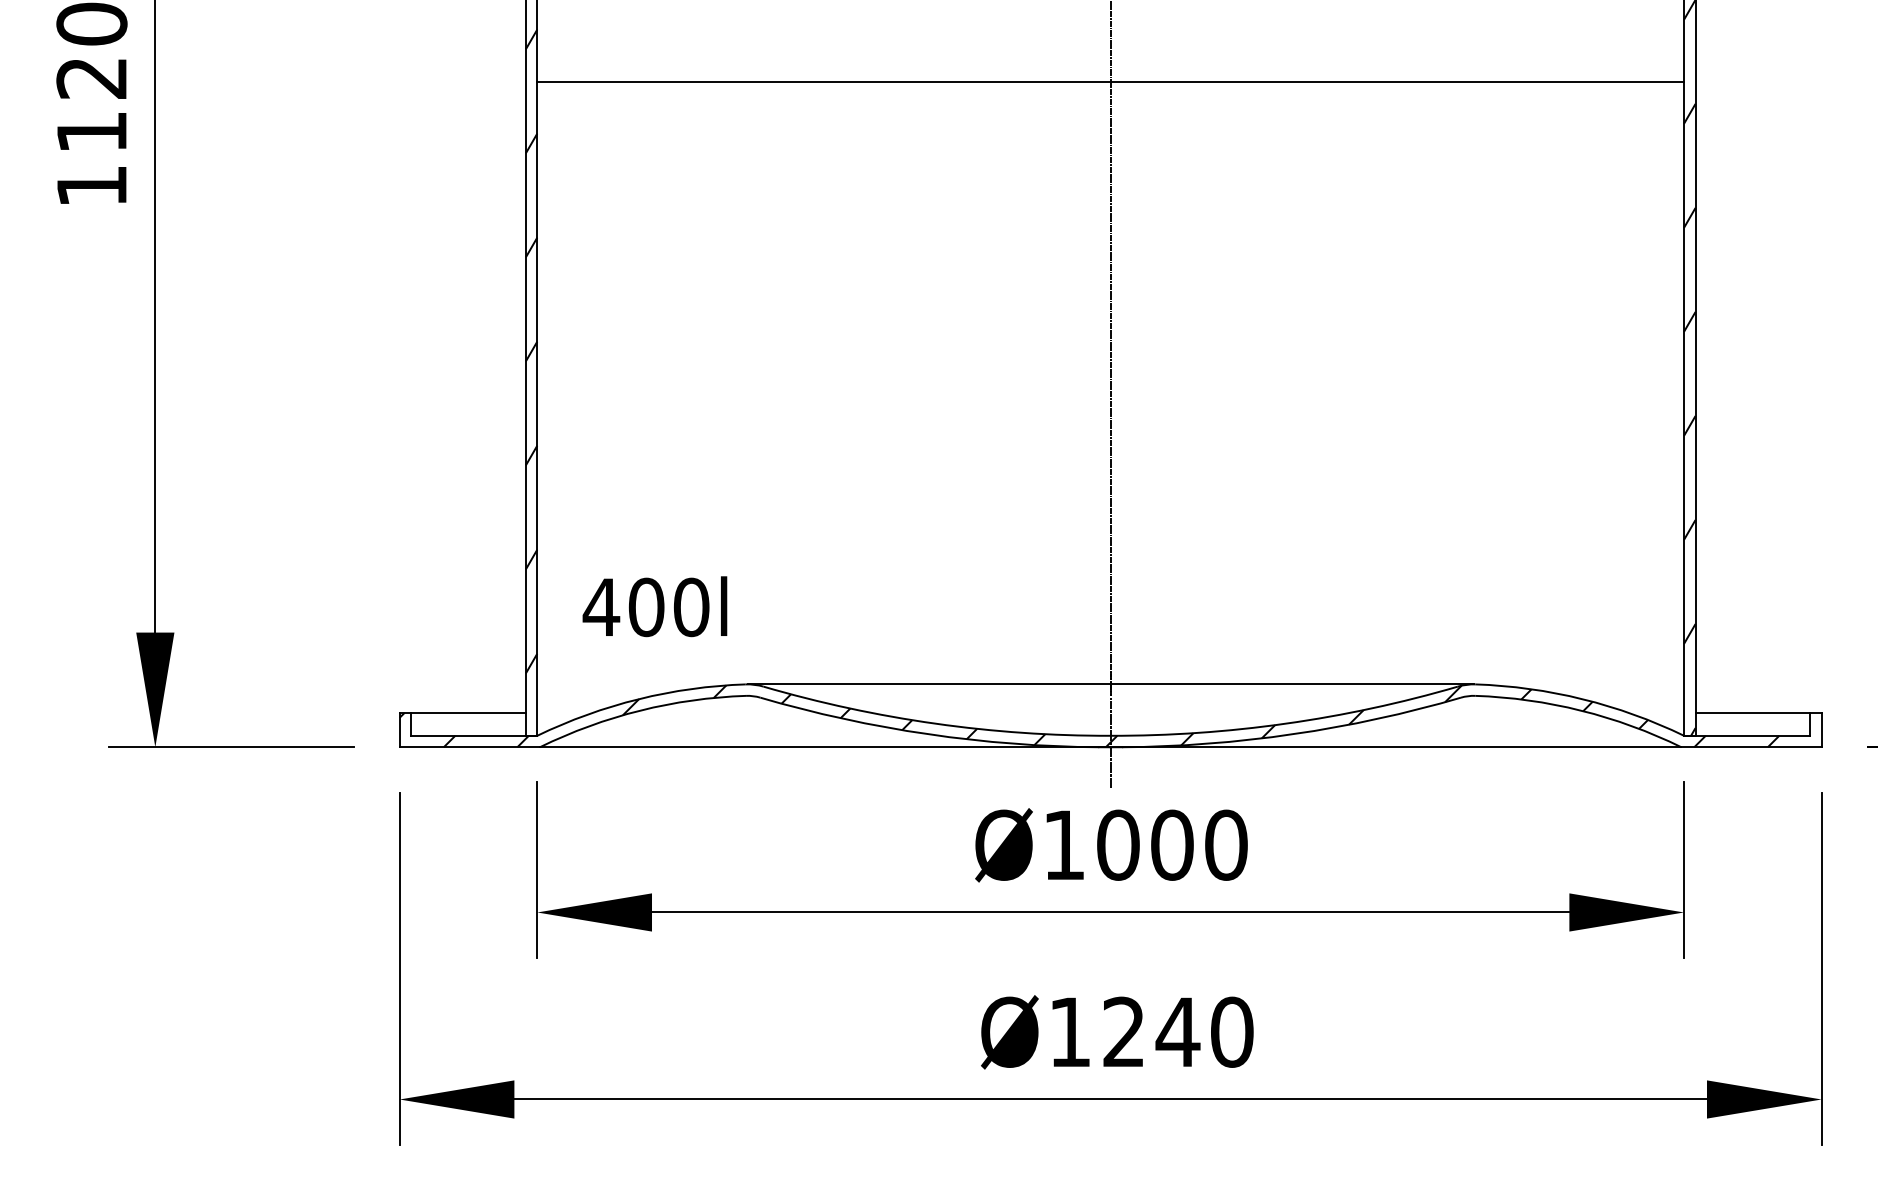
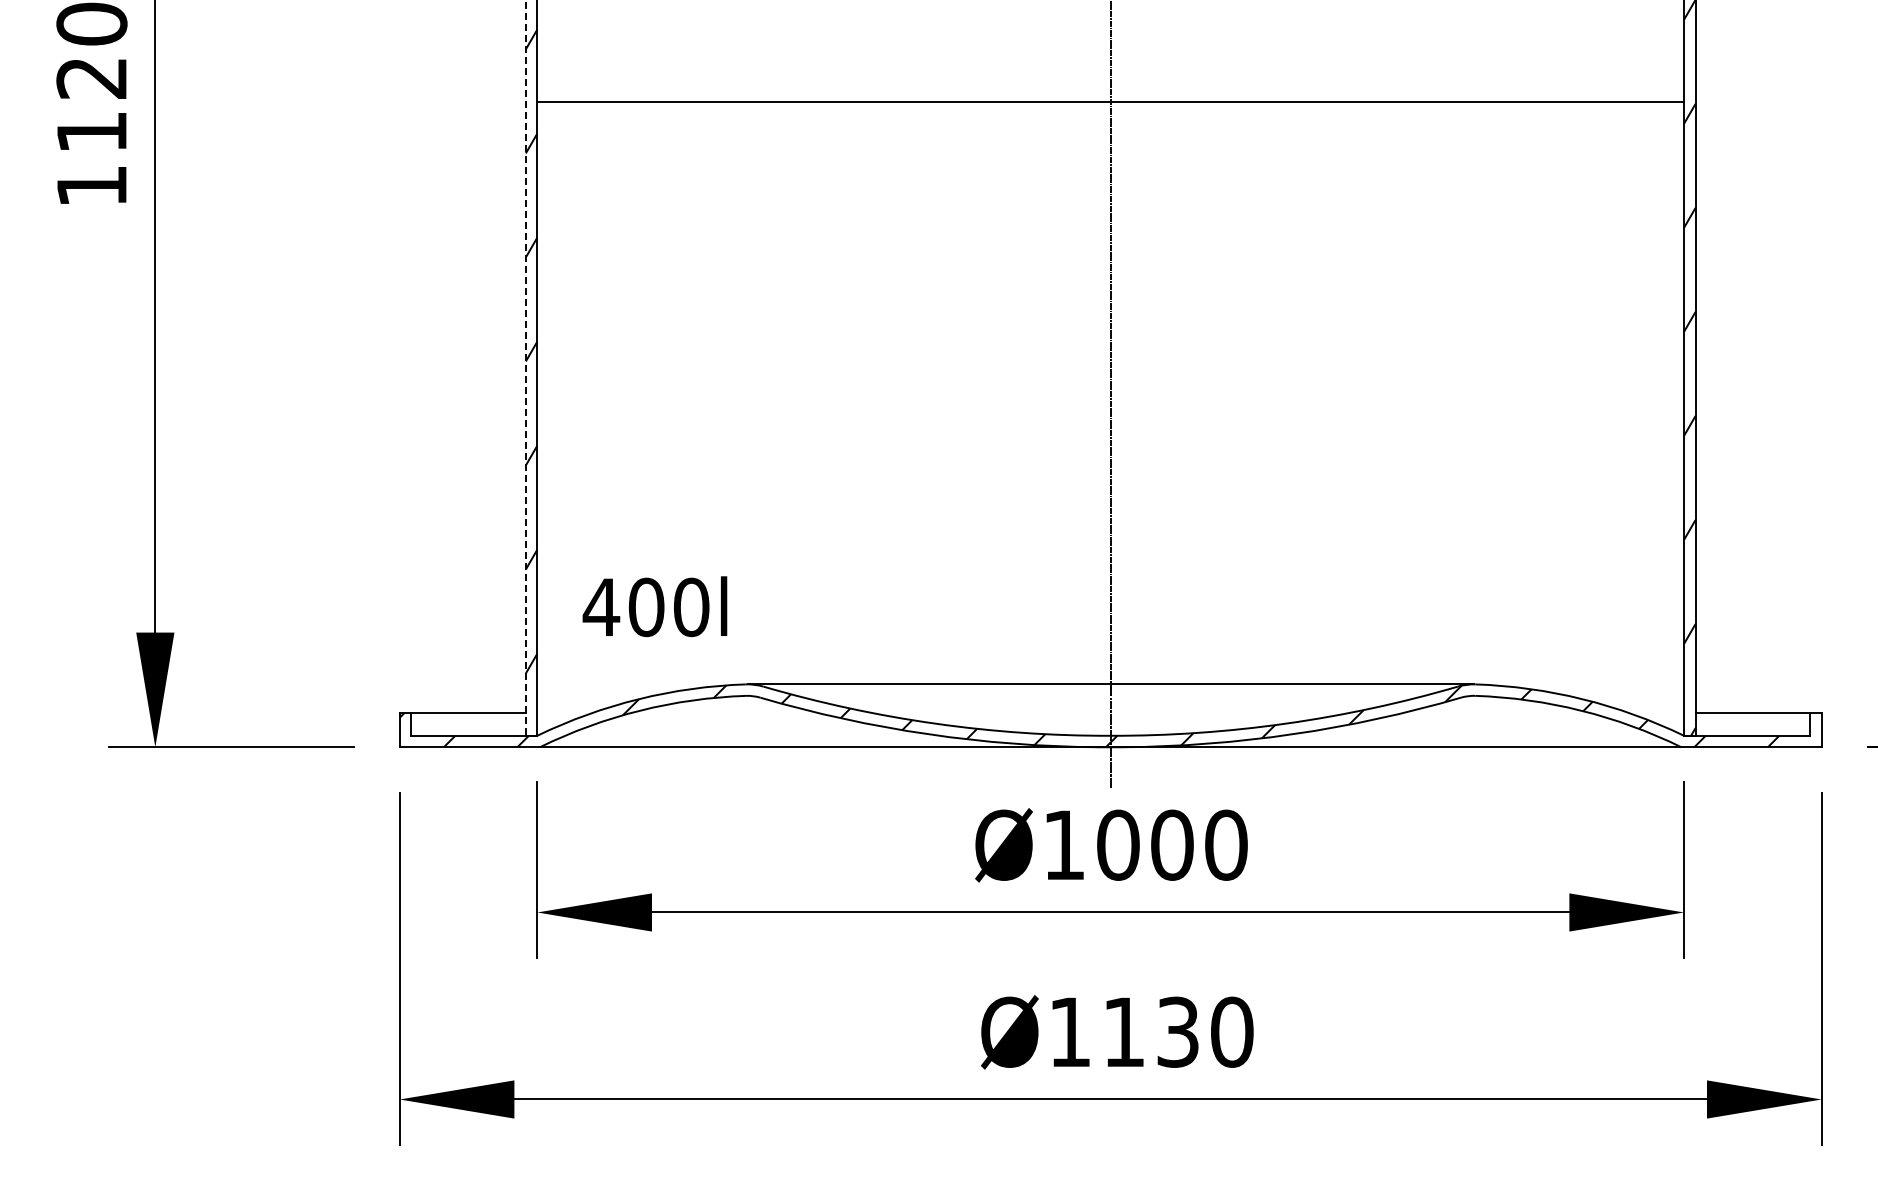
line at (1110, 82) position: (1110, 82) -> (1110, 102)
line at (525, 368): solid -> dashed
text at (1151, 1031): Ø1240 -> Ø1130
